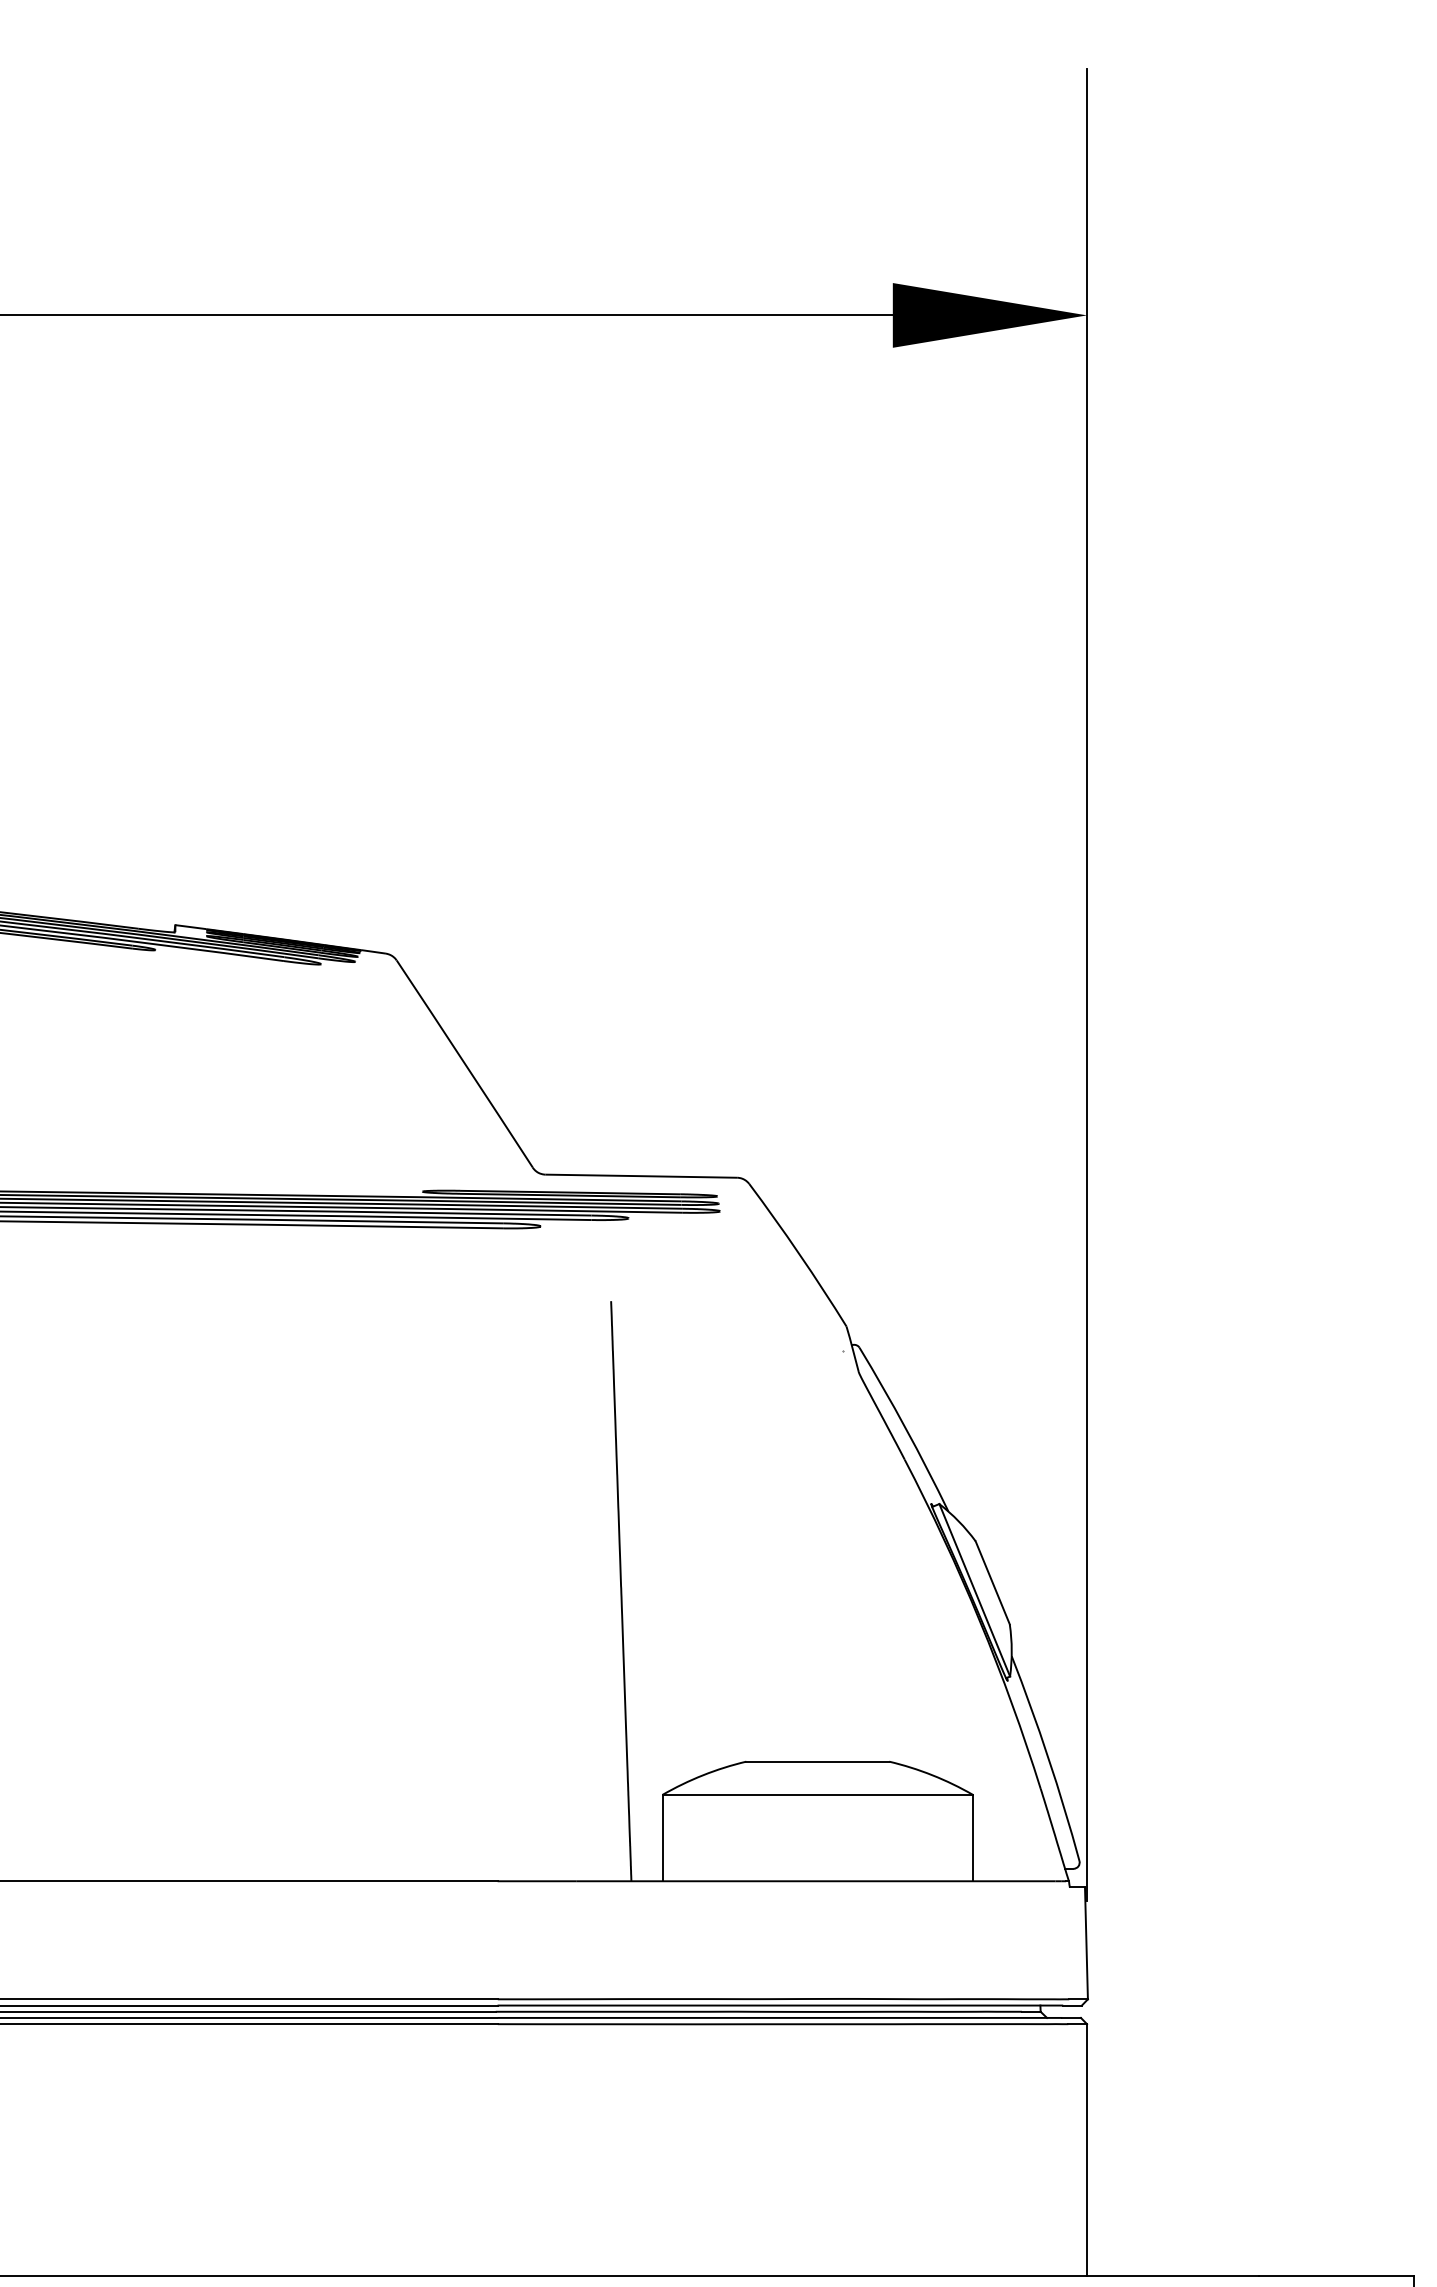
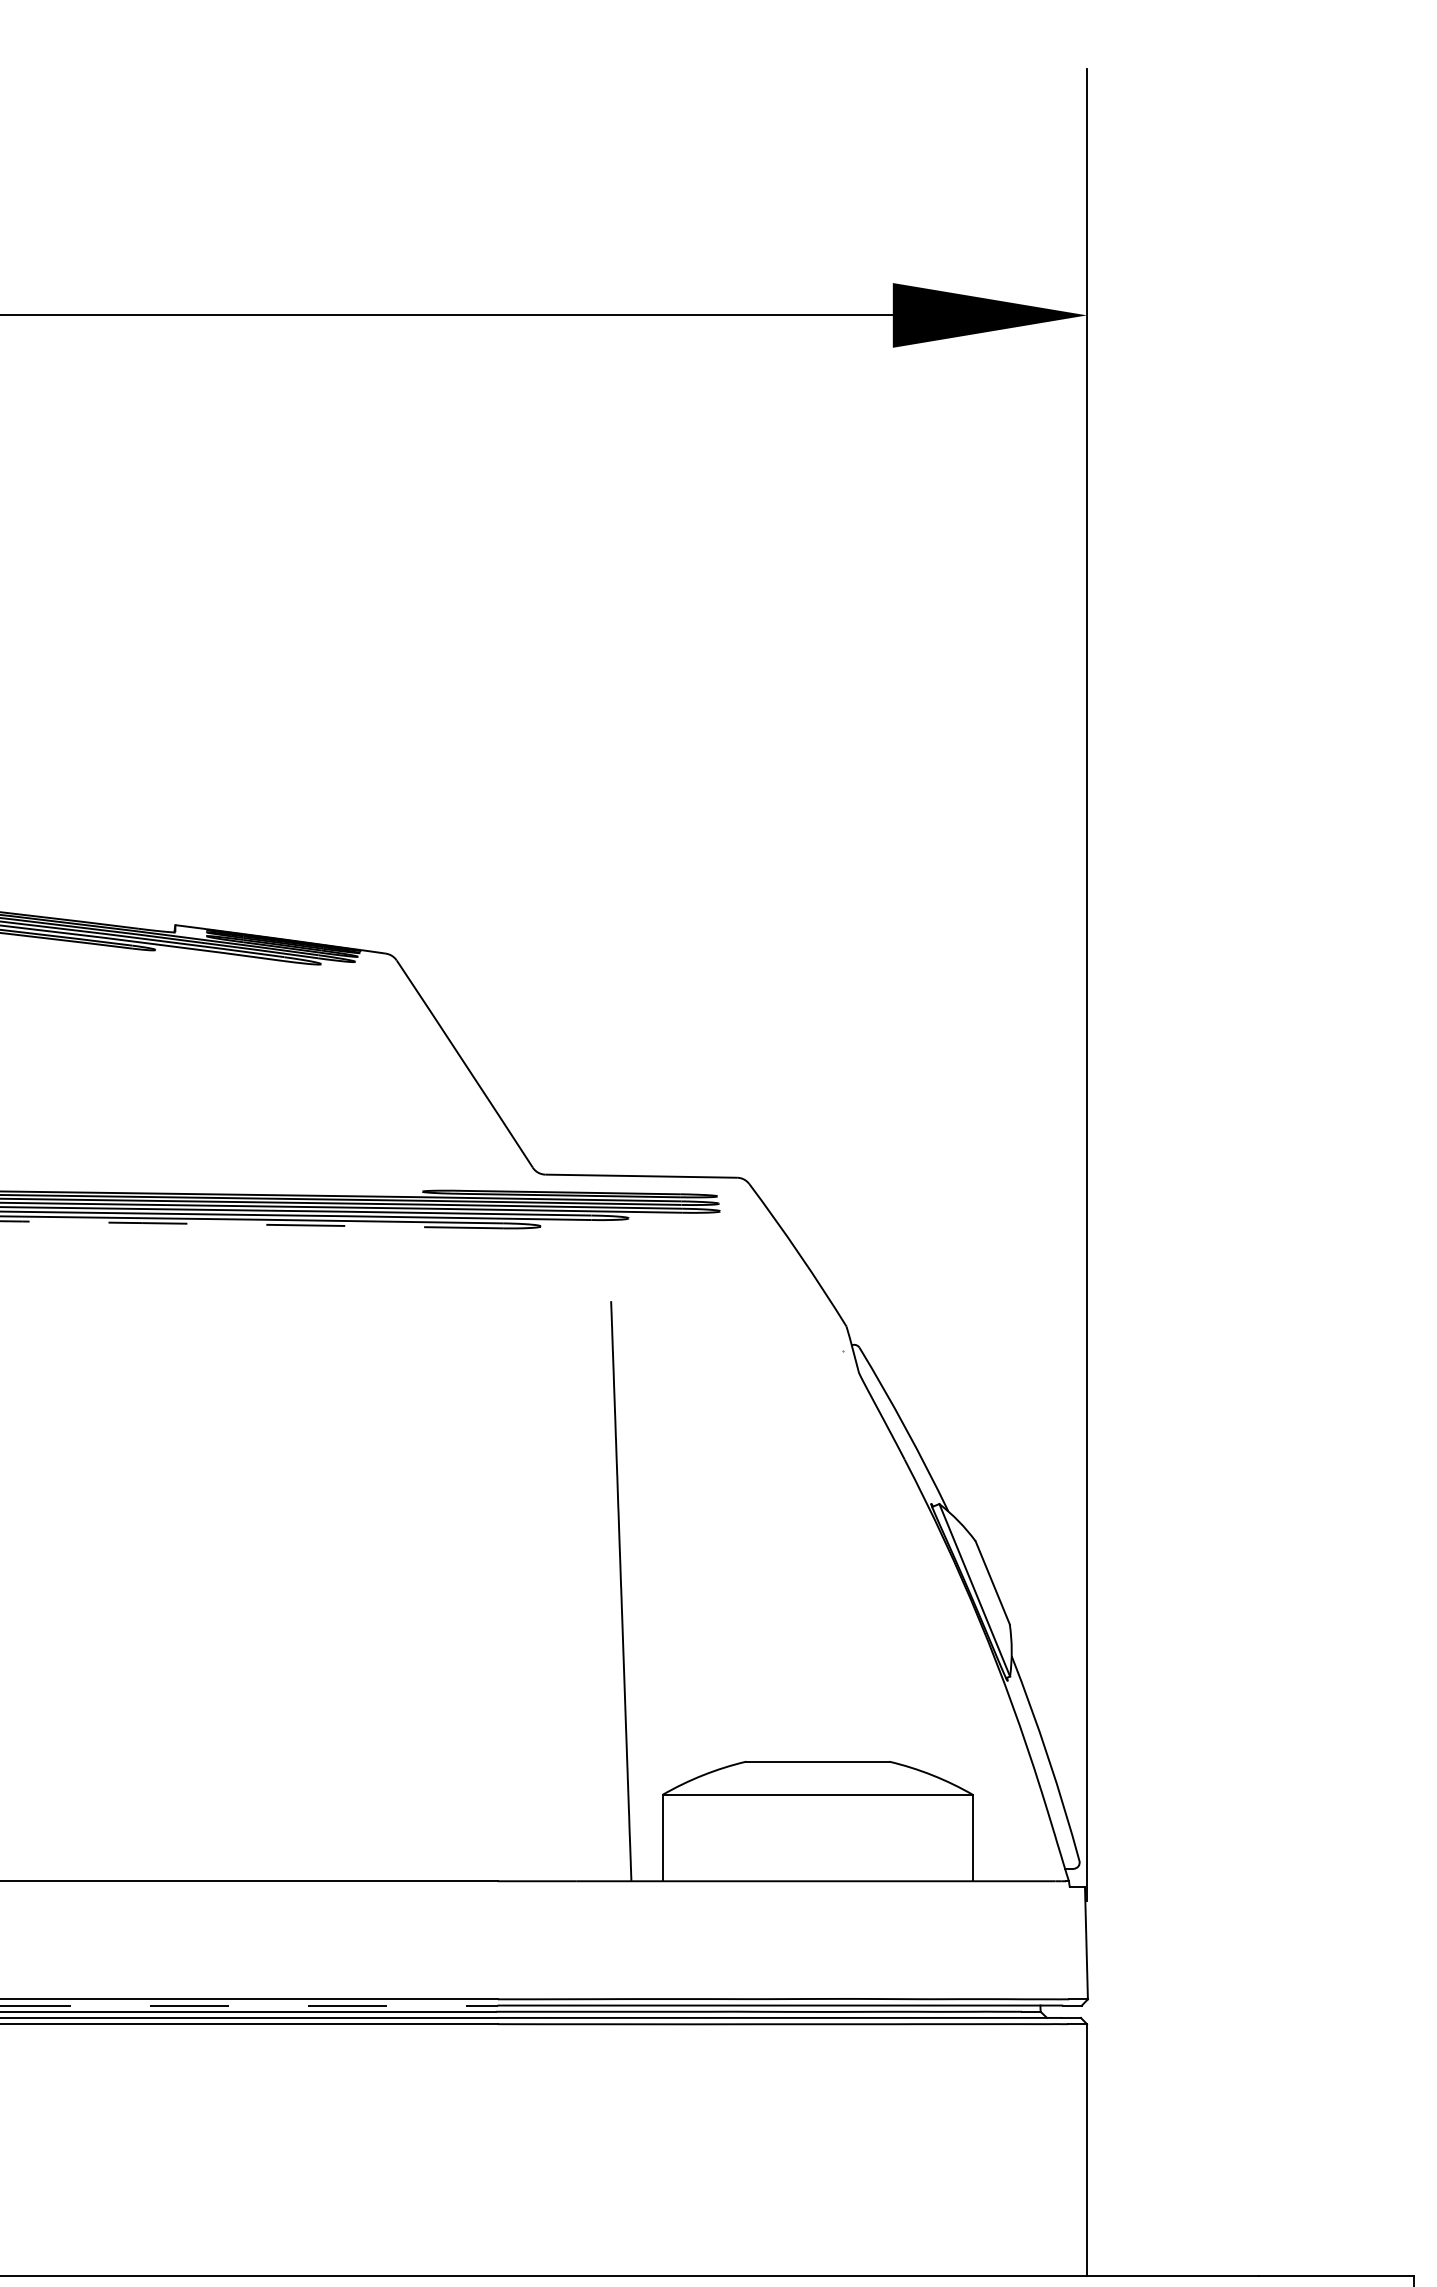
arc at (251, 1224): solid -> dashed
line at (249, 2005): solid -> dashed
